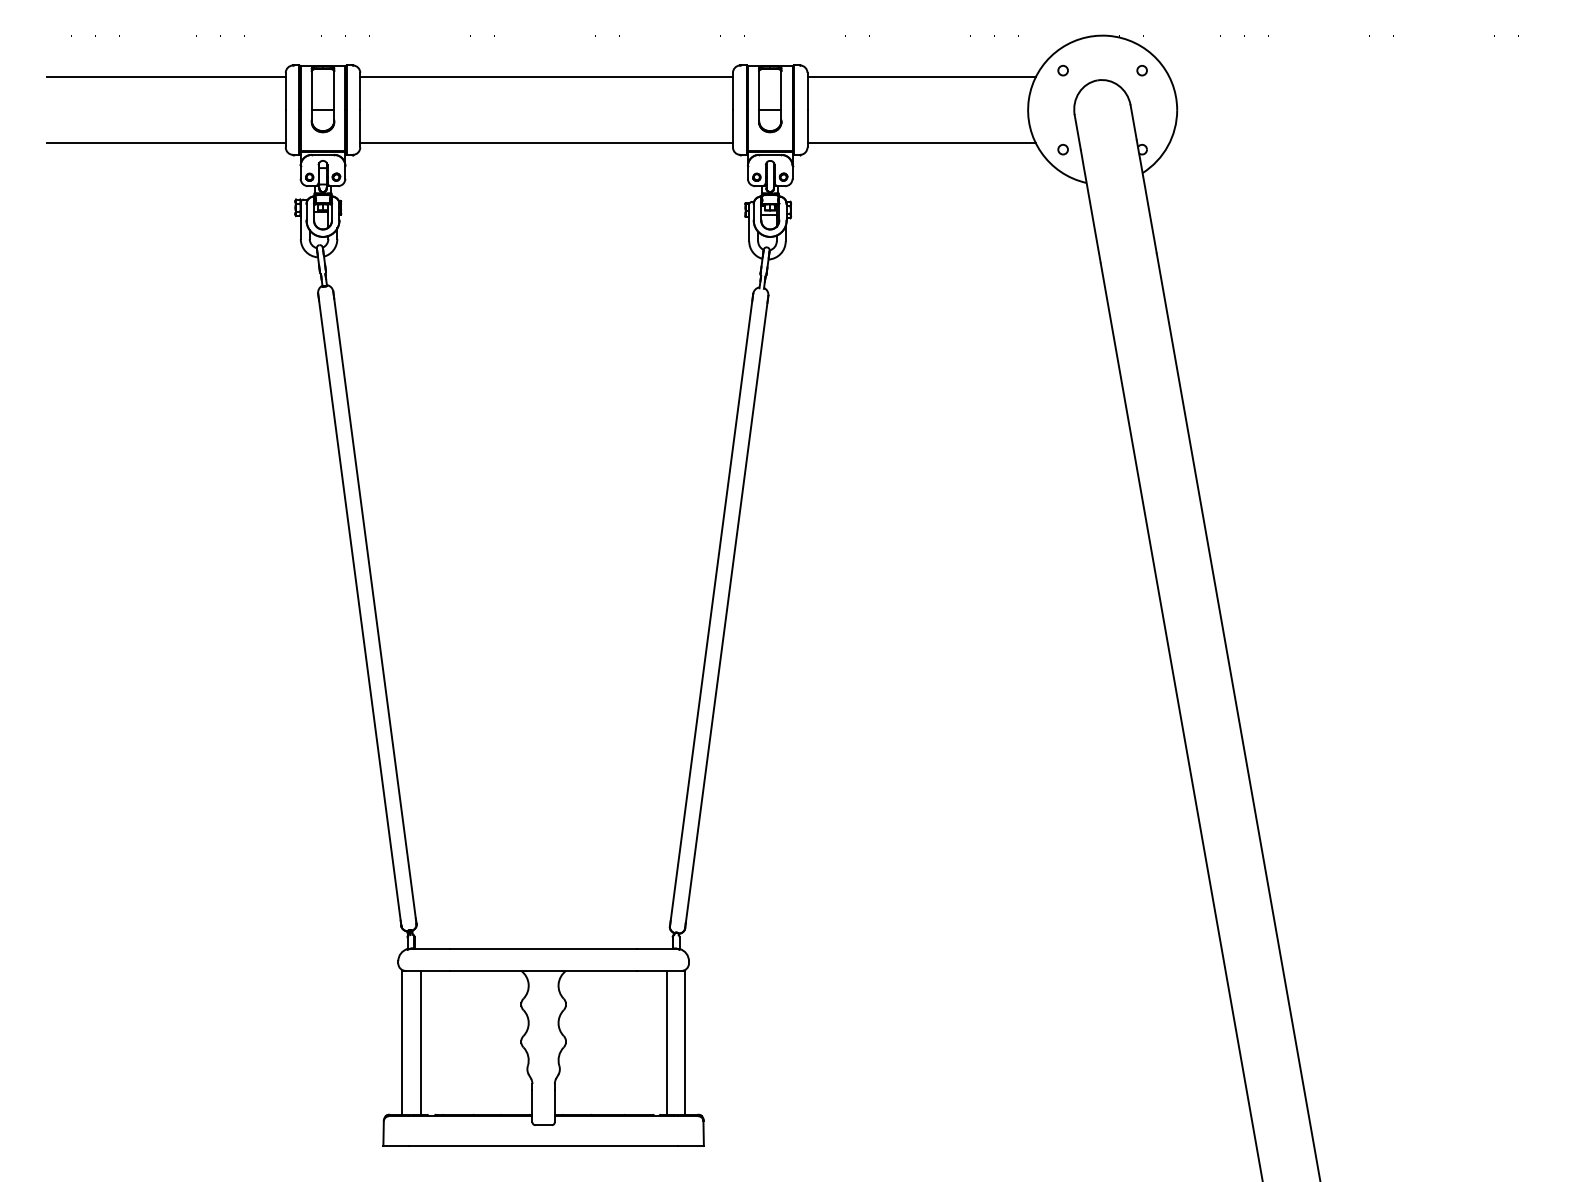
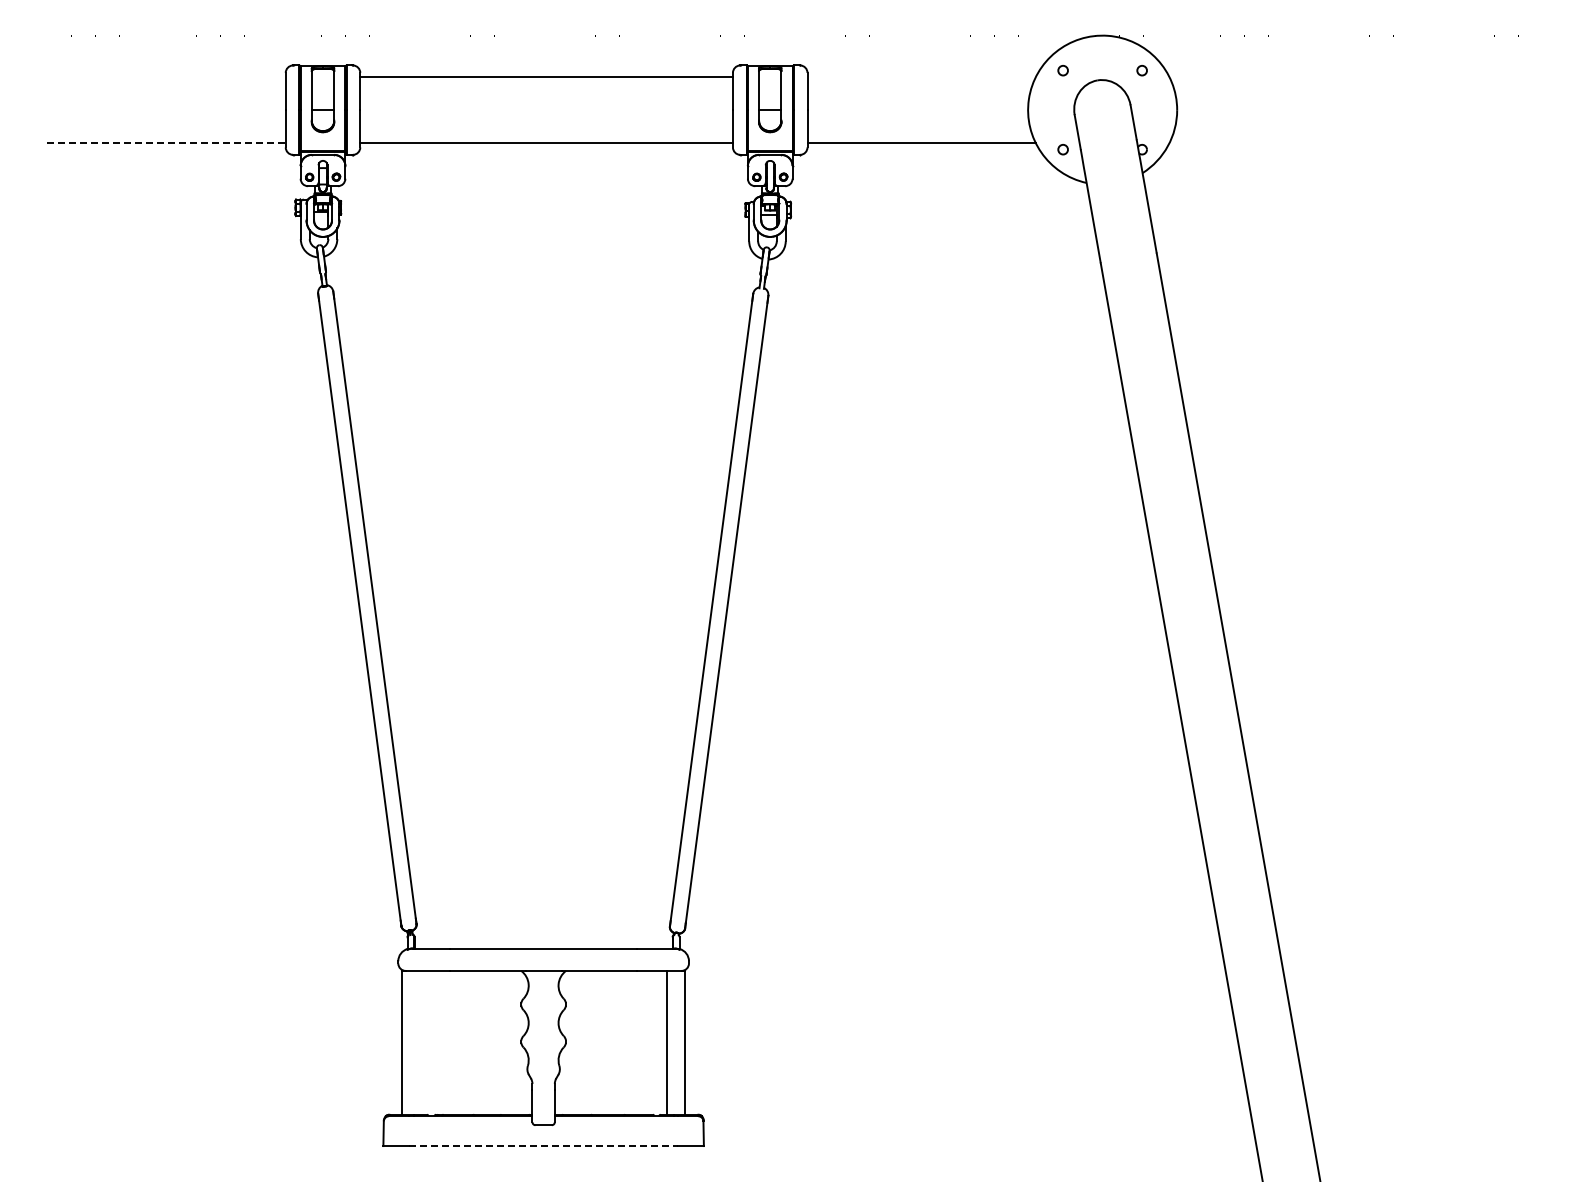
line at (166, 77): present -> none
line at (921, 77): present -> none
line at (167, 143): solid -> dashed
line at (420, 1042): present -> none
line at (544, 1146): solid -> dashed
